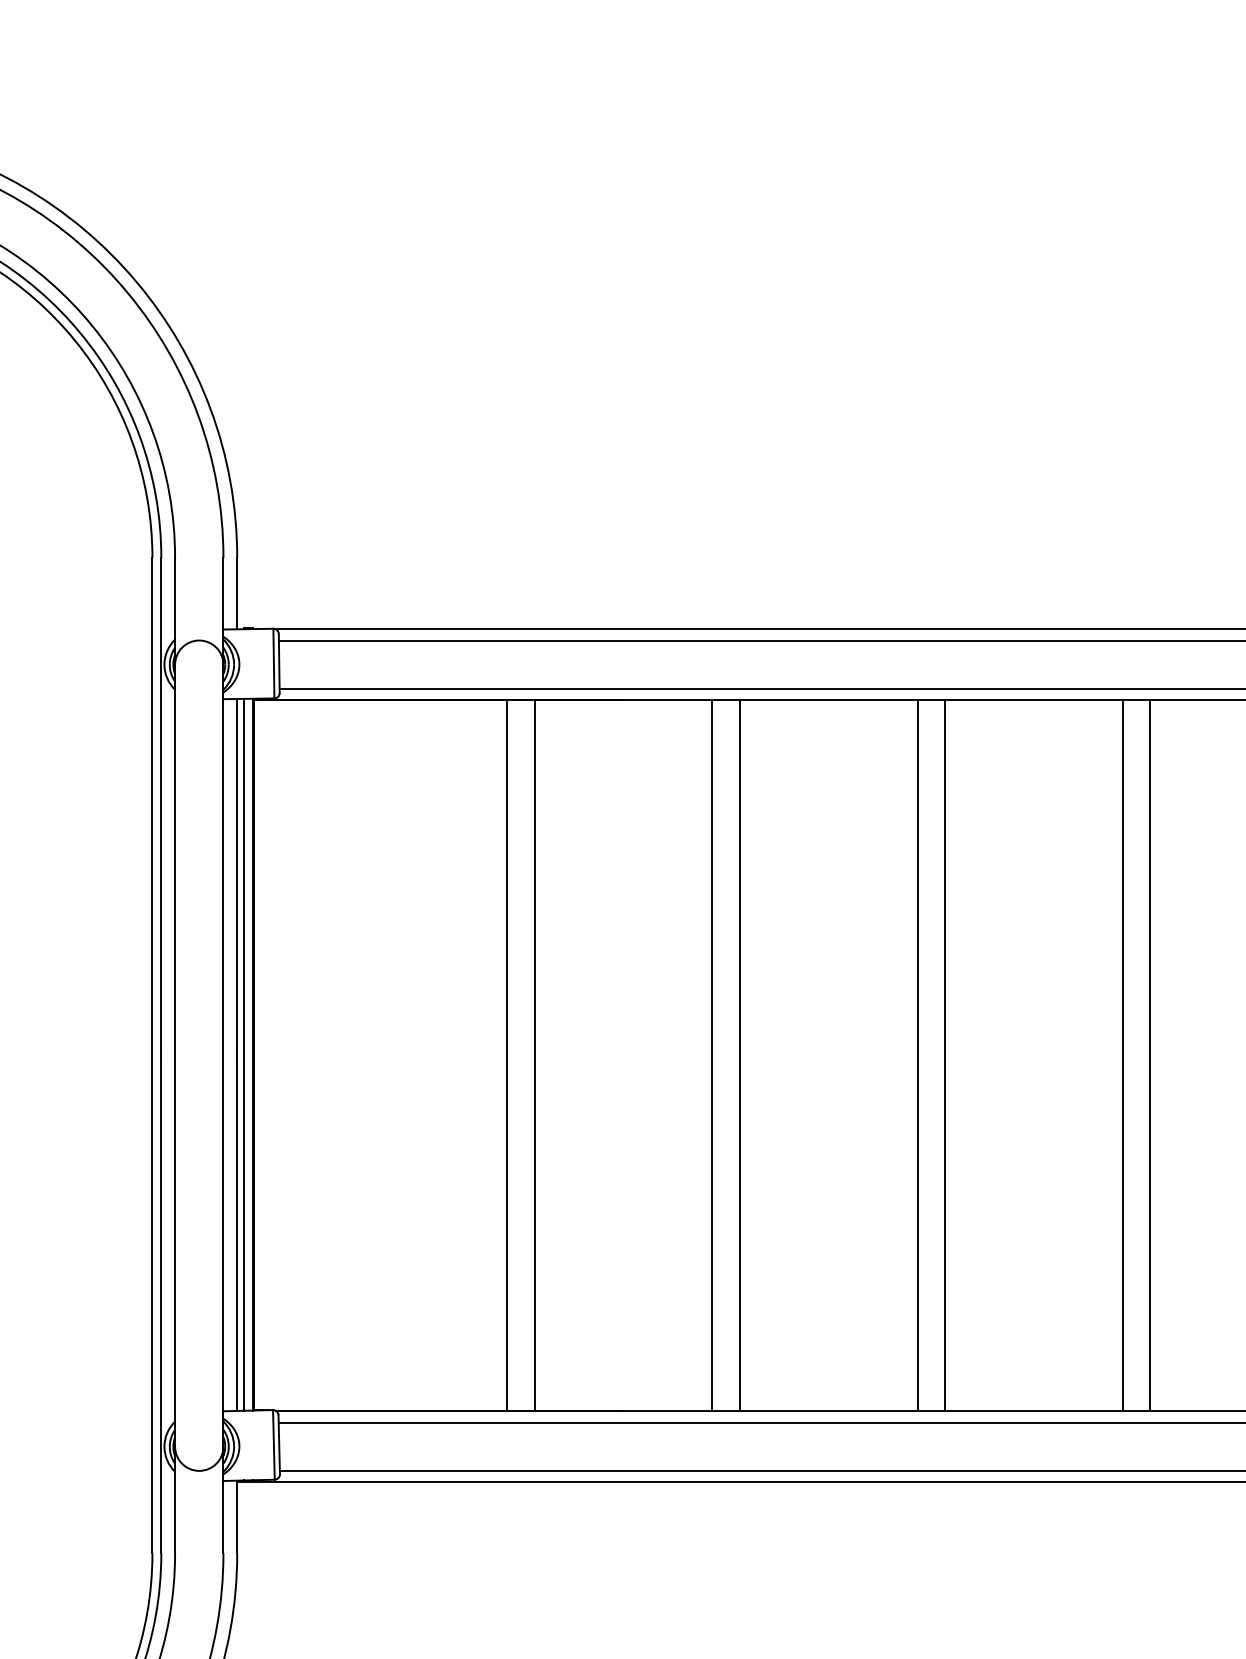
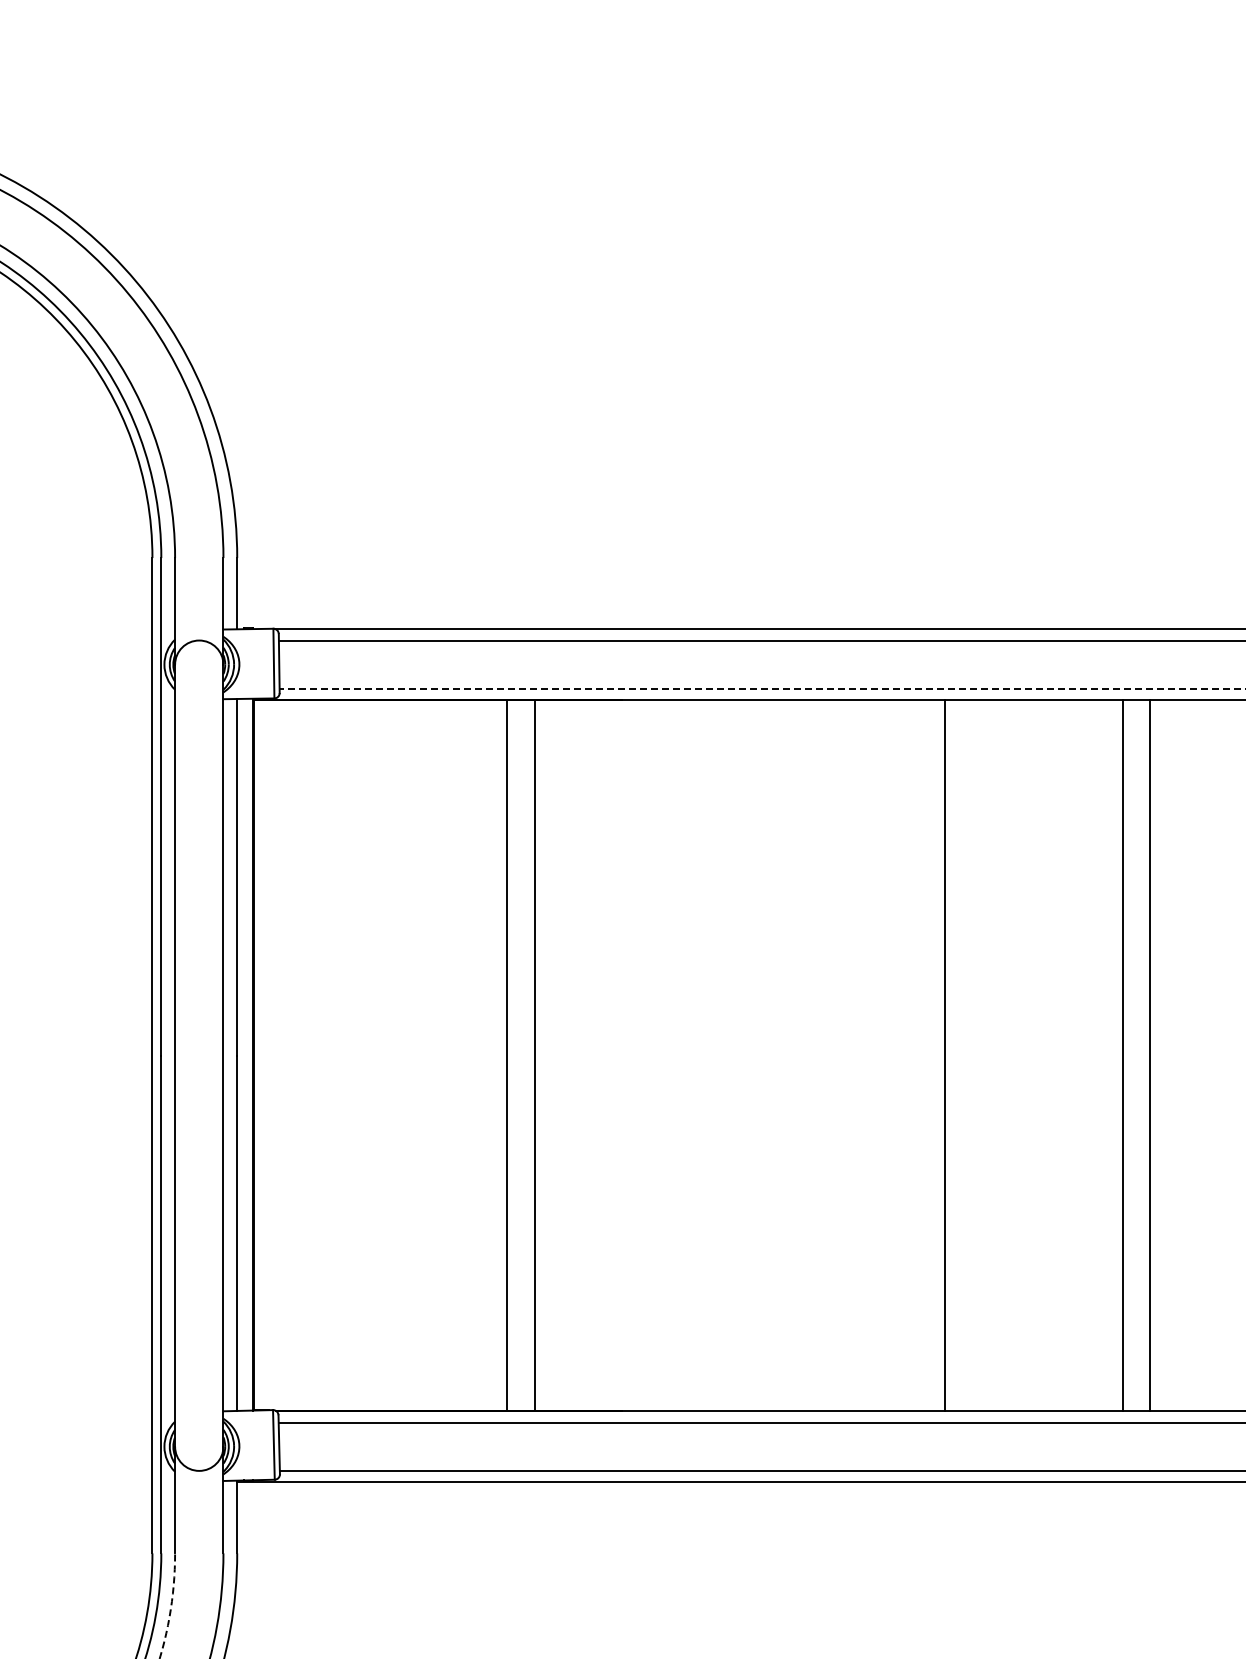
line at (762, 688): solid -> dashed
line at (243, 1054): present -> none
line at (712, 1055): present -> none
line at (739, 1055): present -> none
line at (917, 1055): present -> none
arc at (171, 1605): solid -> dashed
